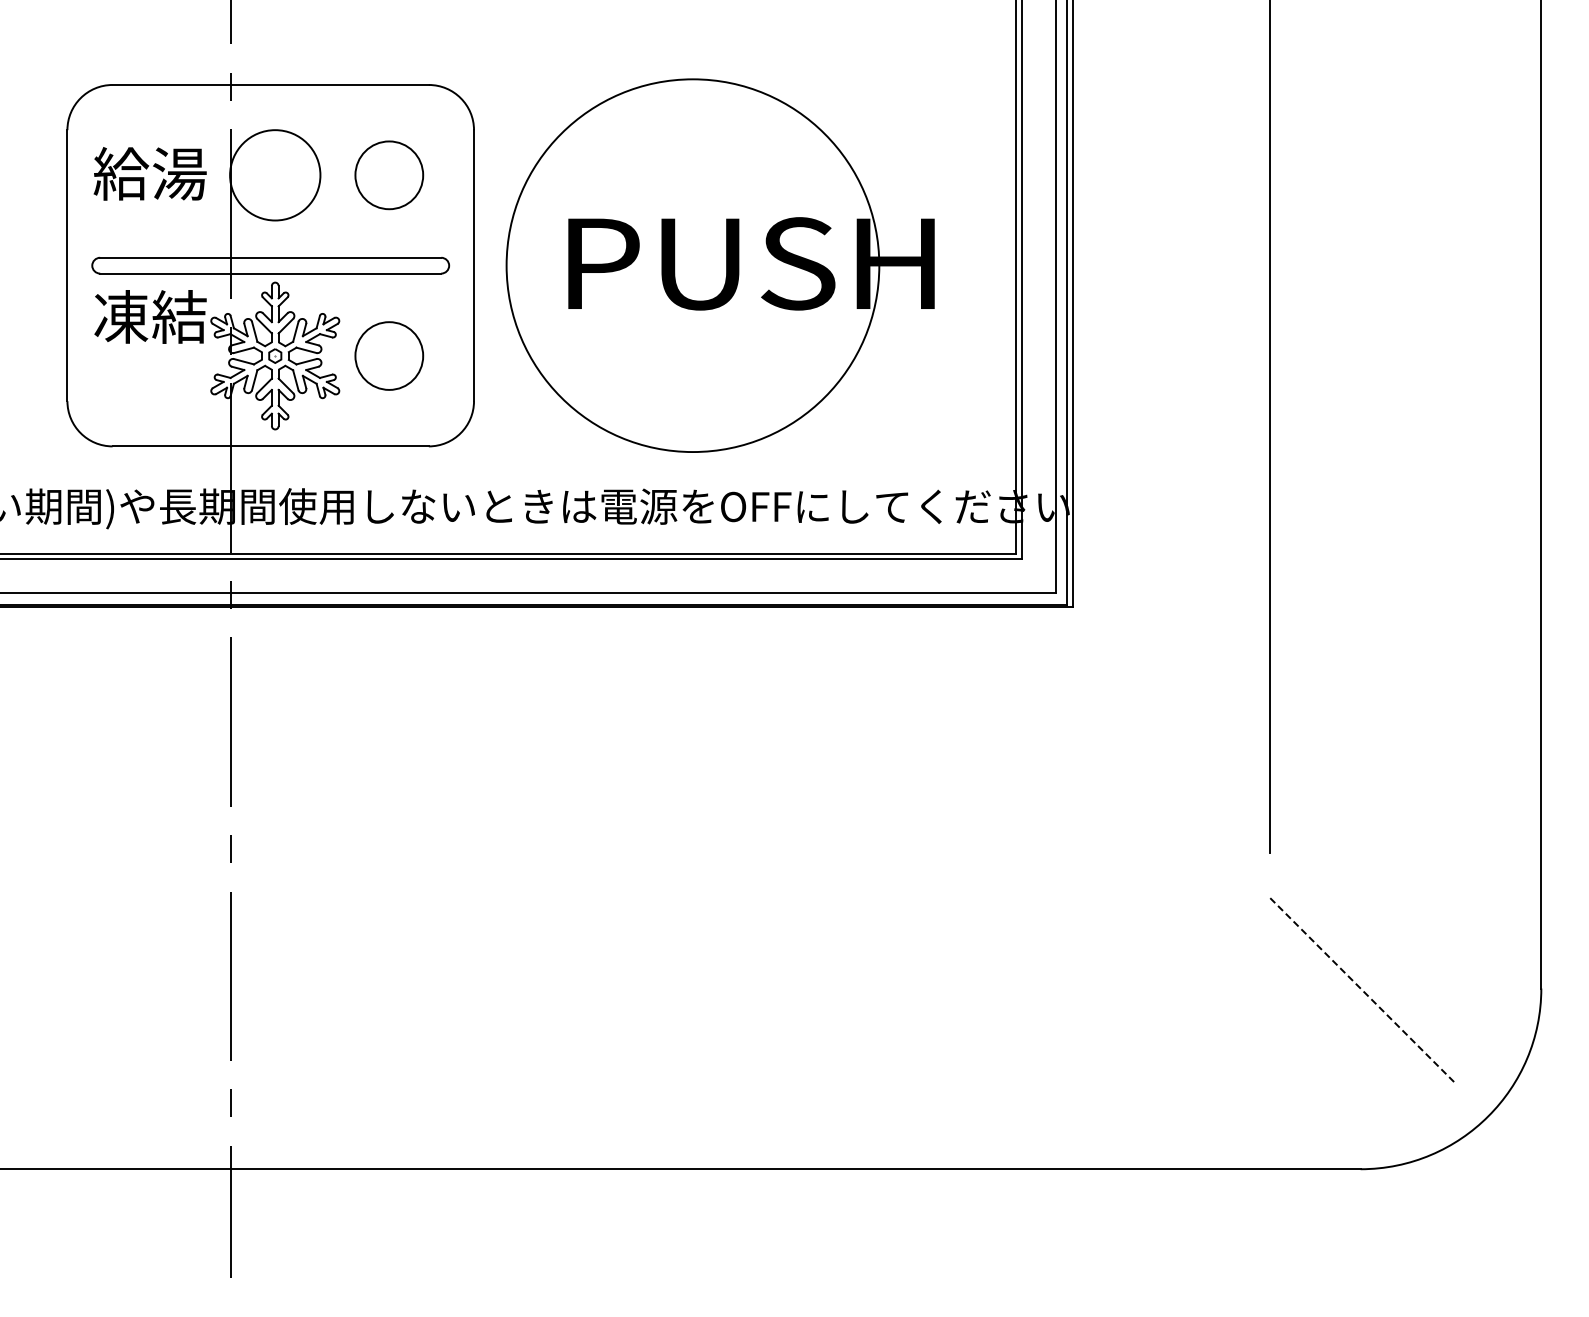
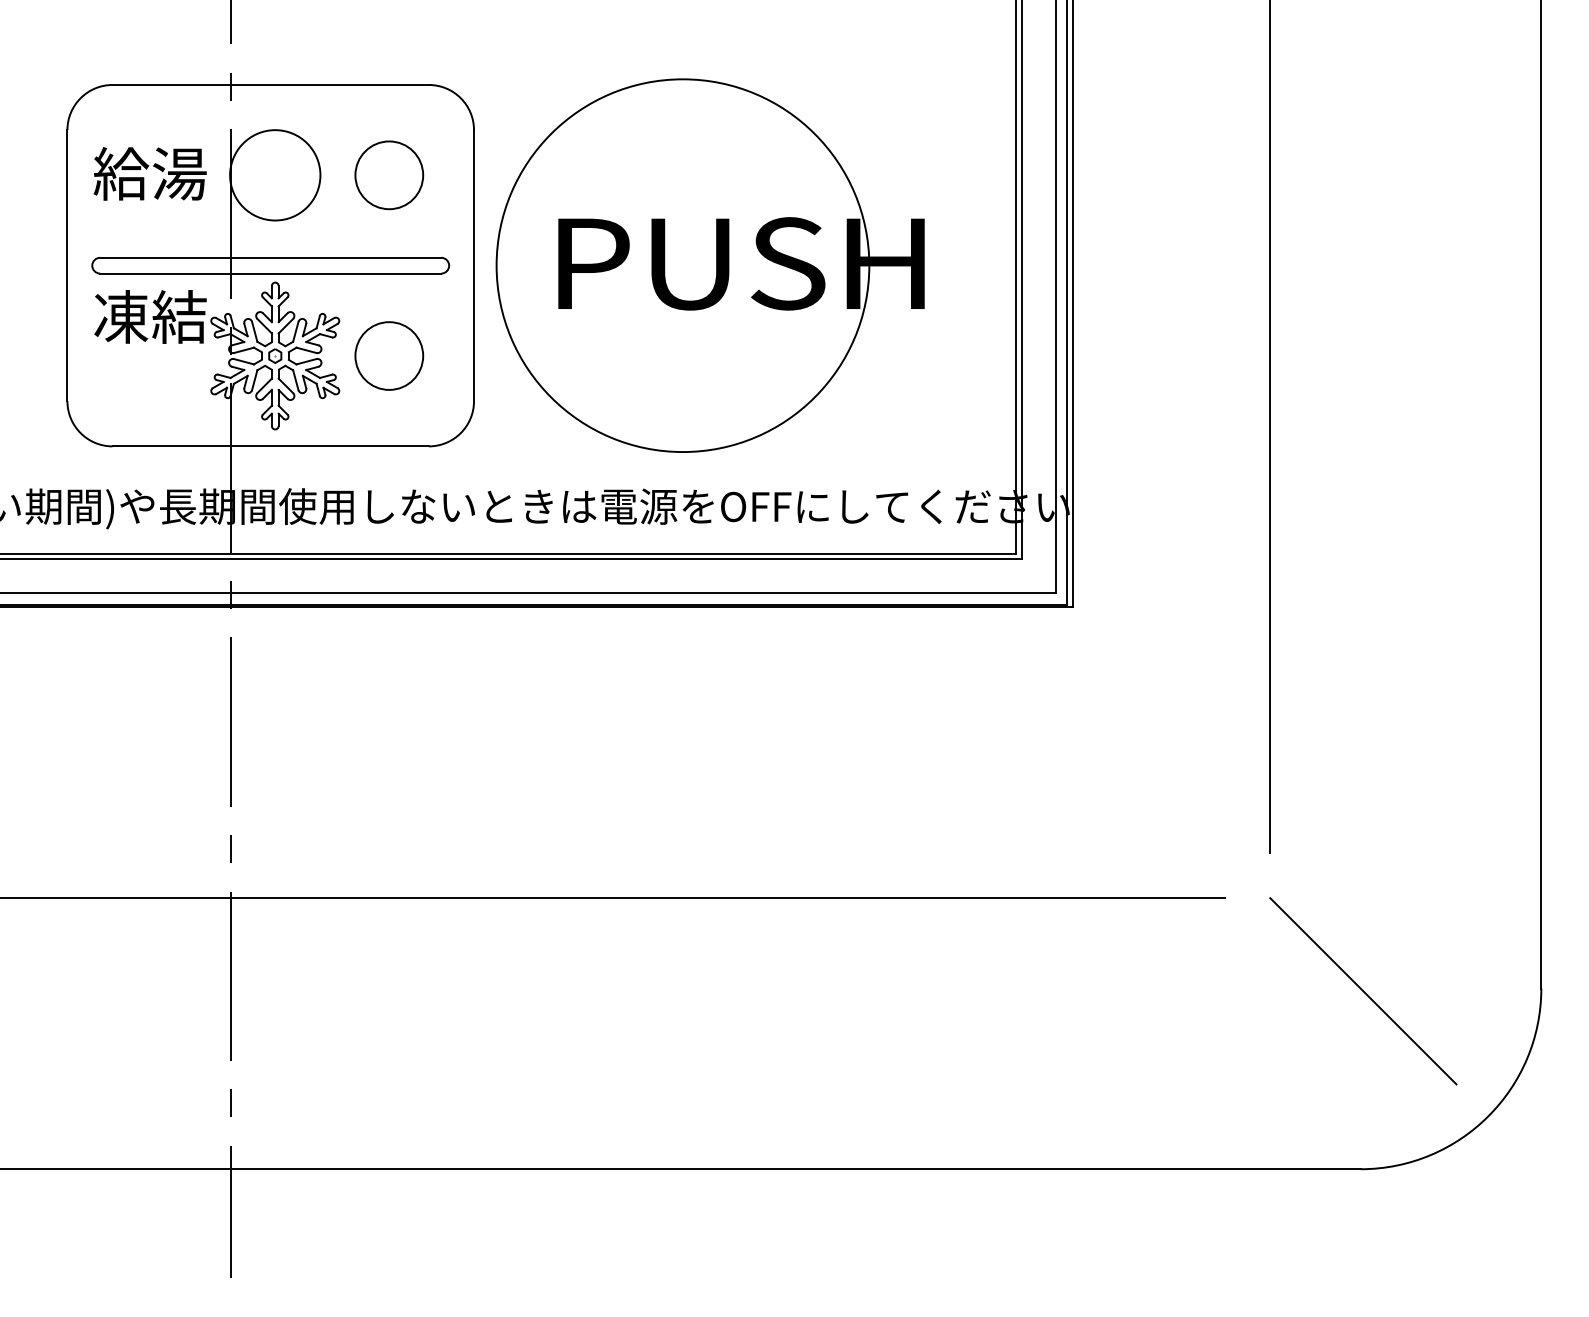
part at (719, 265) position: (719, 265) -> (709, 265)
line at (613, 898): none -> present
line at (1363, 991): dashed -> solid
